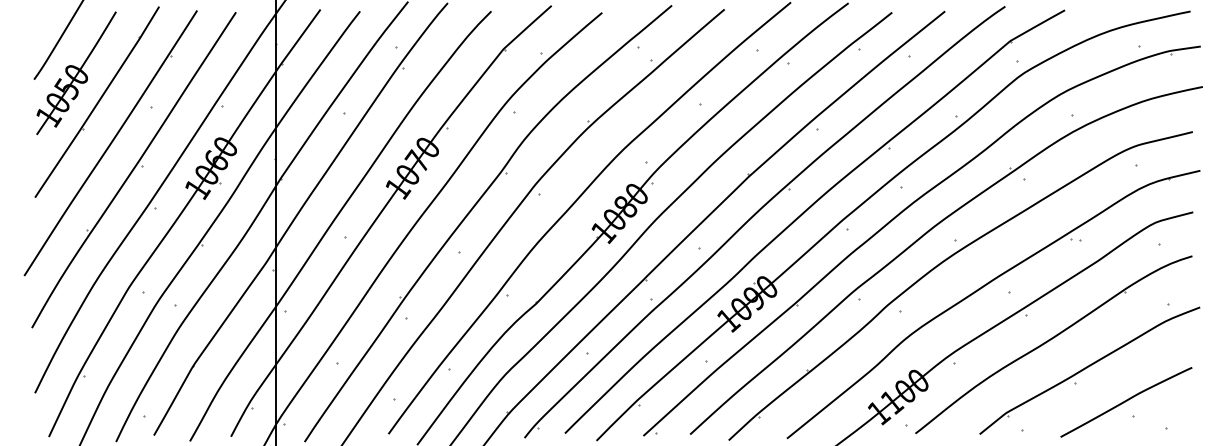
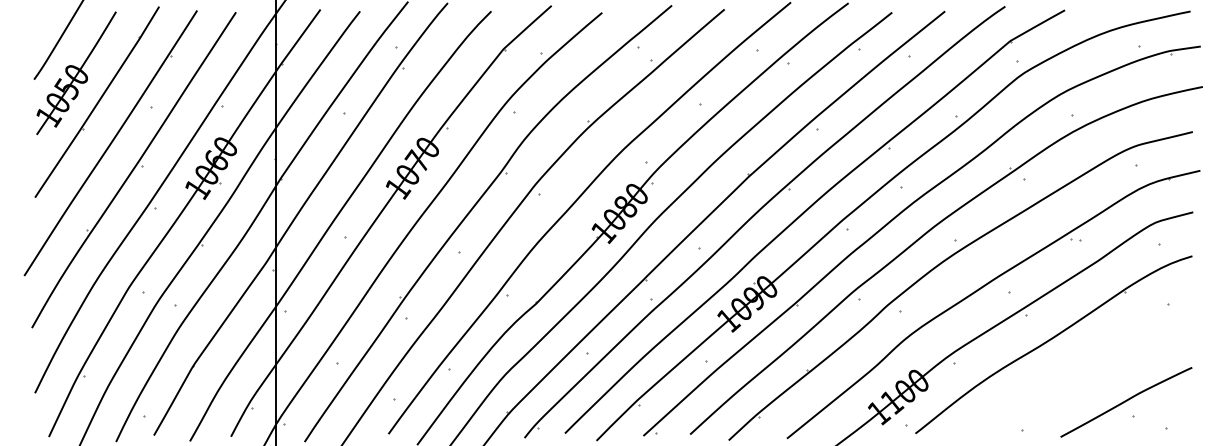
part at (1089, 370): present -> none
